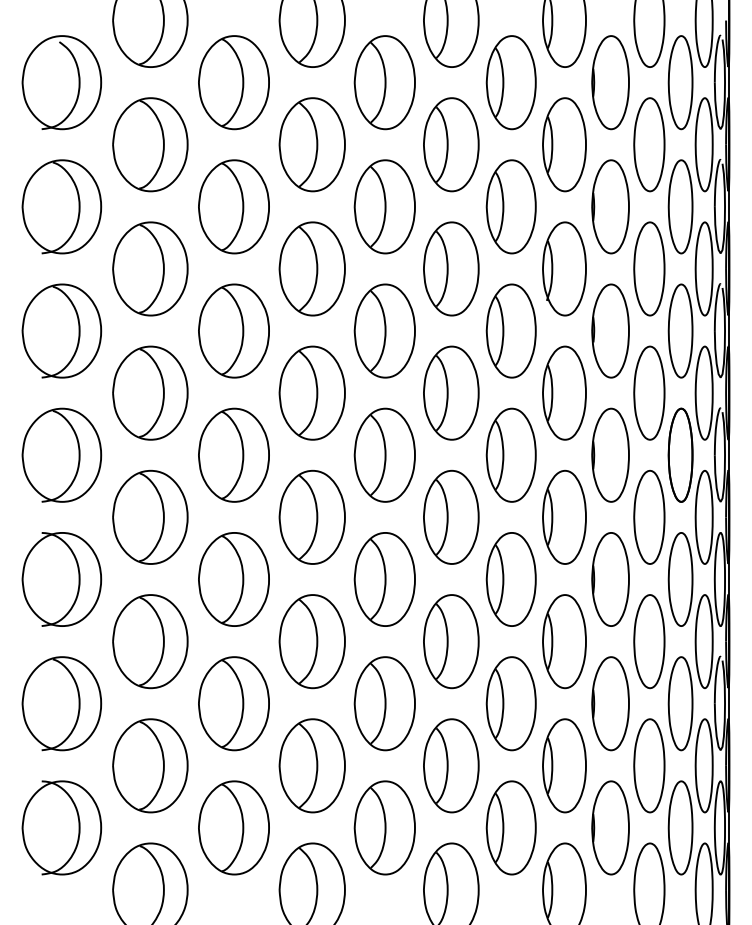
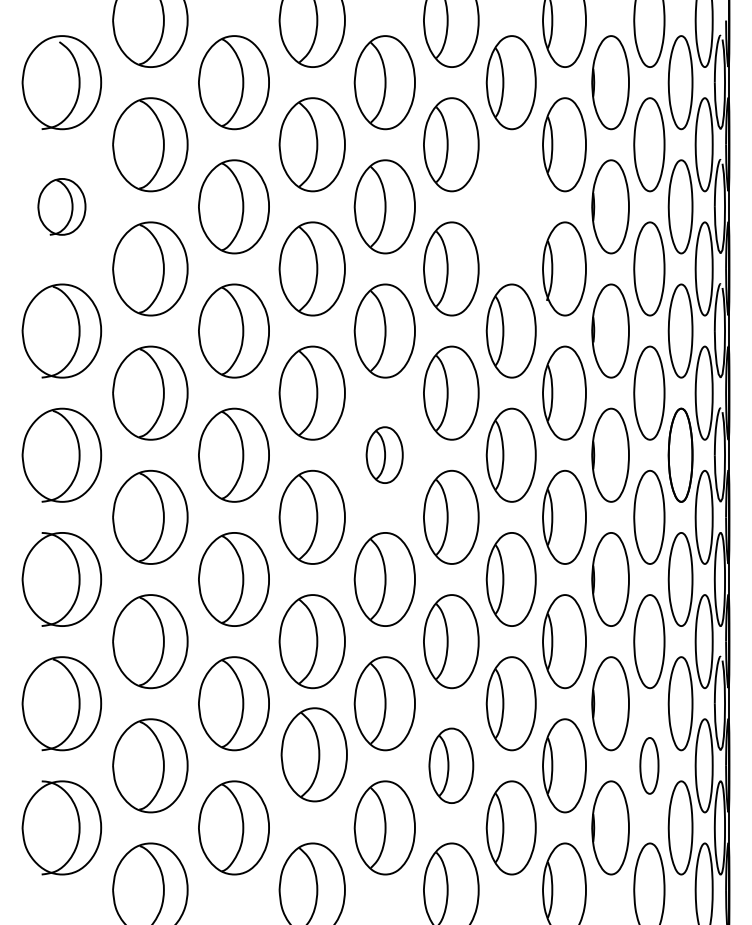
part at (61, 206) size: 82x96 px -> 50x58 px
part at (510, 206): present -> none
part at (384, 454) size: 63x96 px -> 39x58 px
part at (311, 765) position: (311, 765) -> (313, 754)
part at (451, 765) size: 57x96 px -> 47x77 px
part at (649, 765) size: 33x96 px -> 21x58 px
